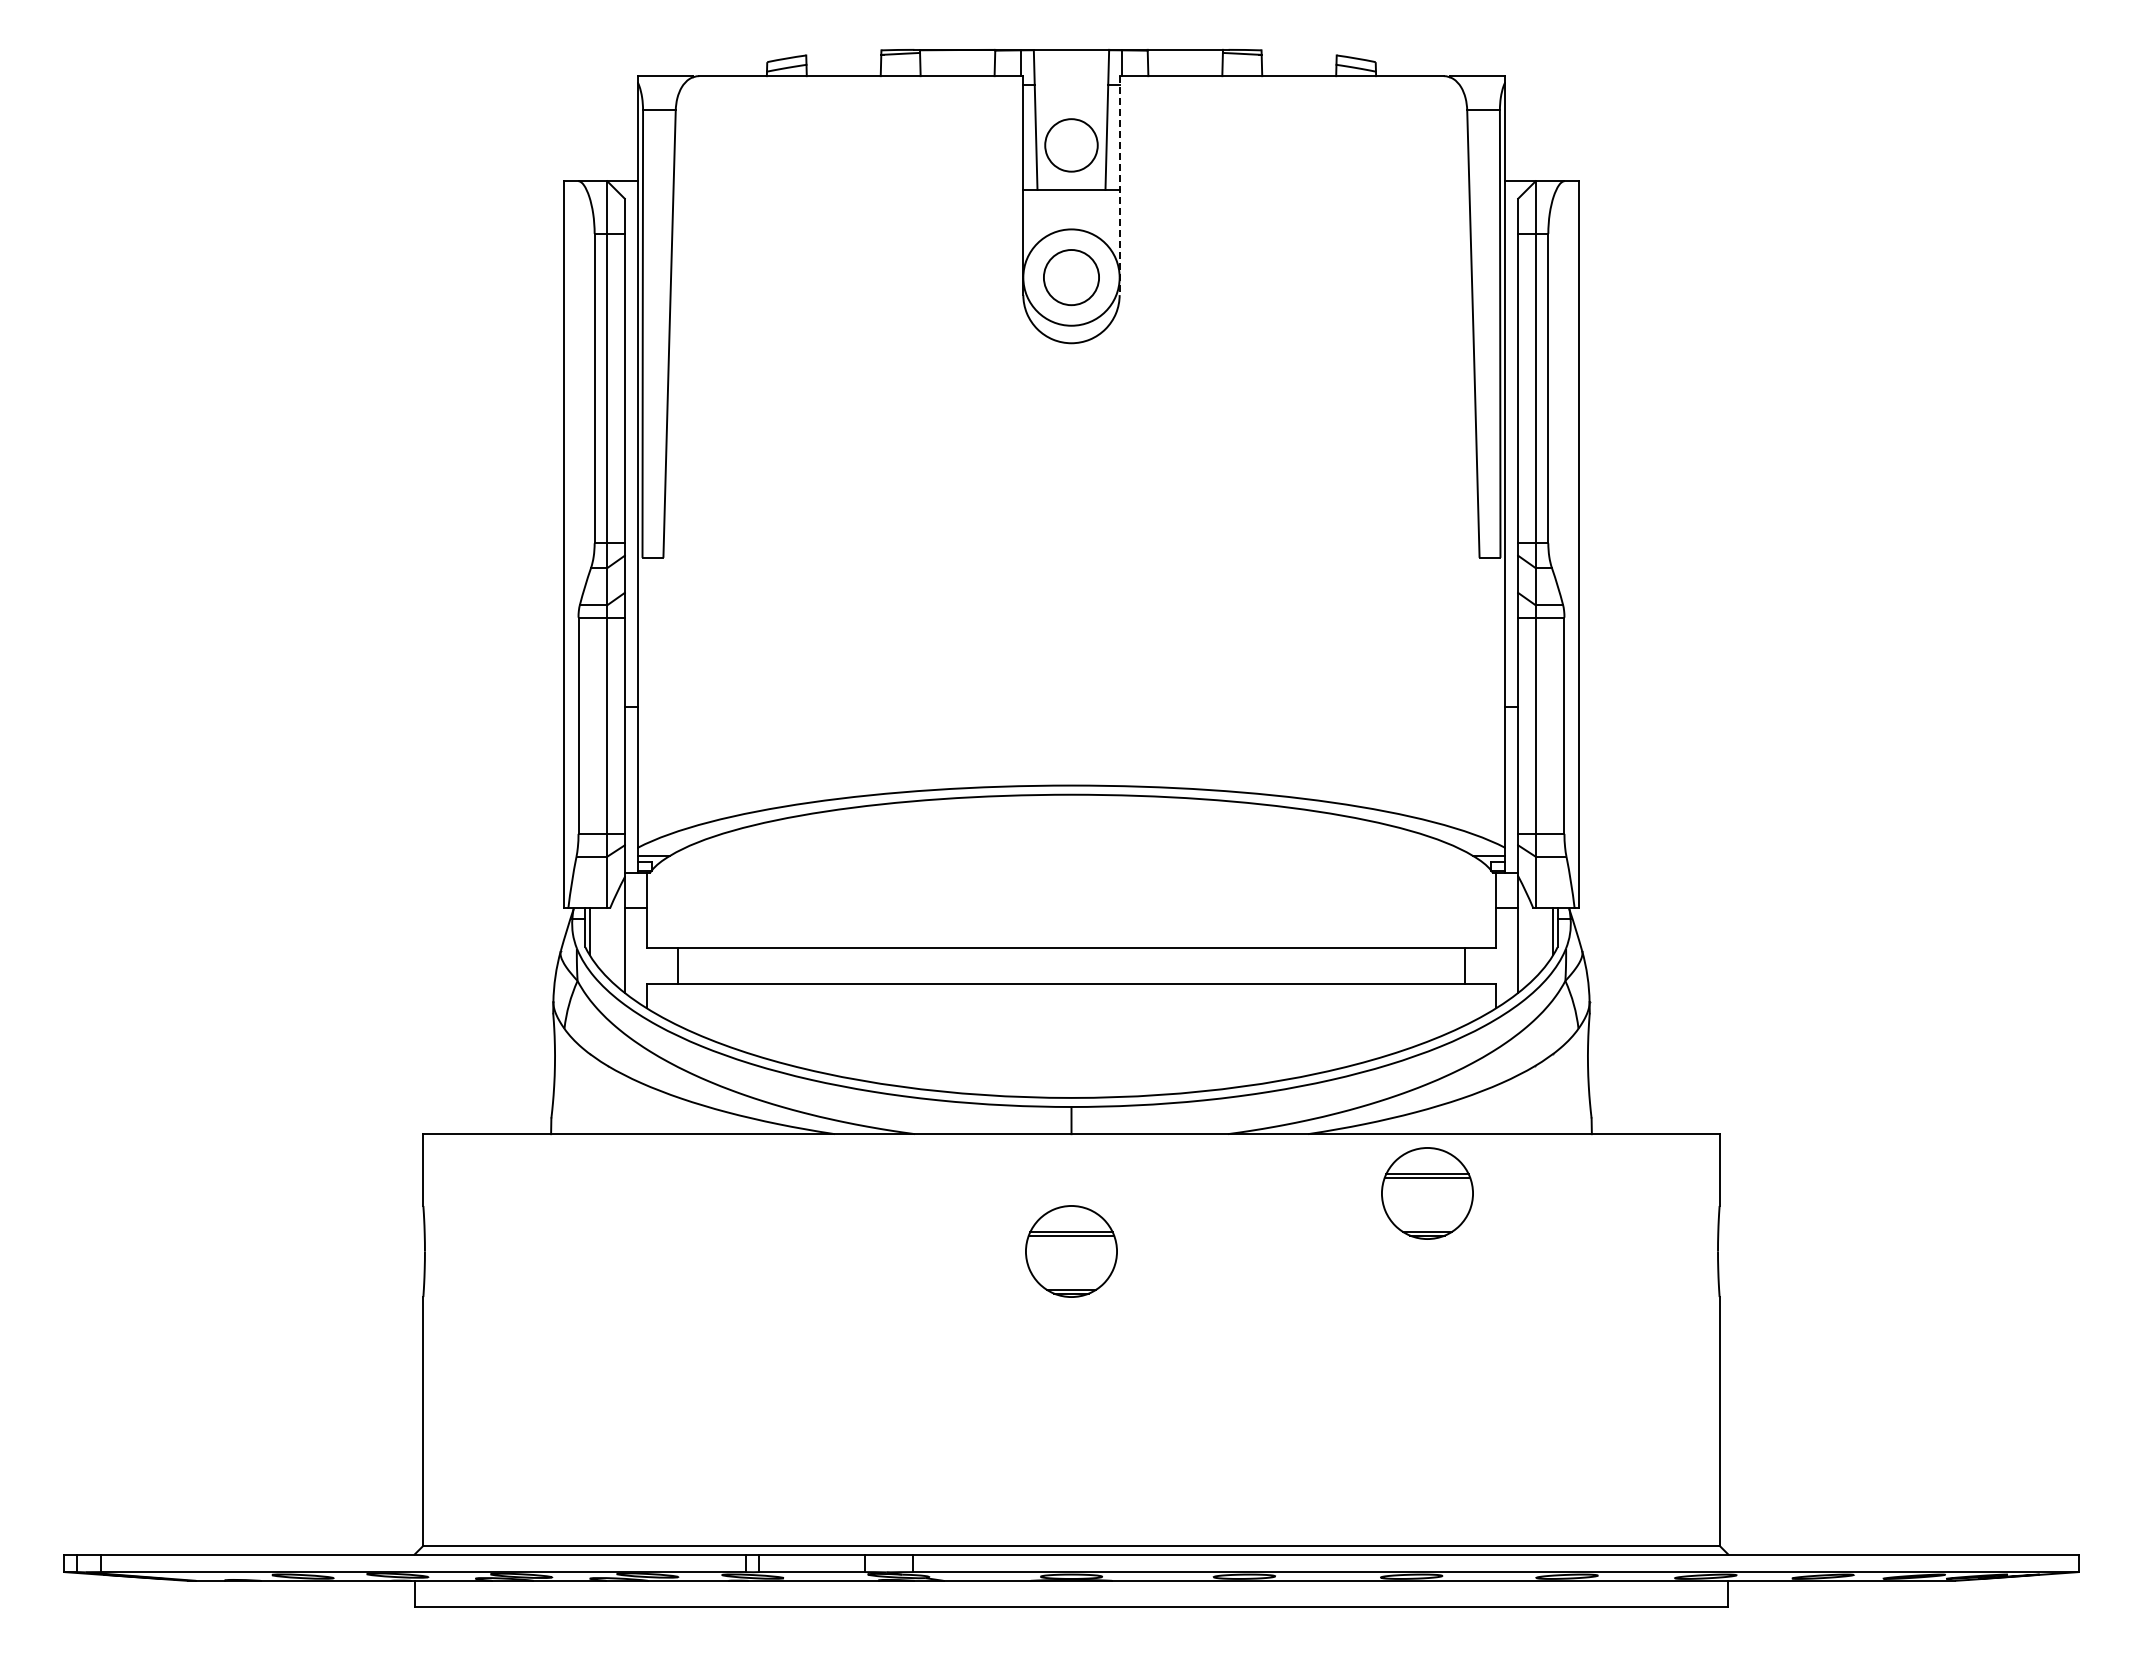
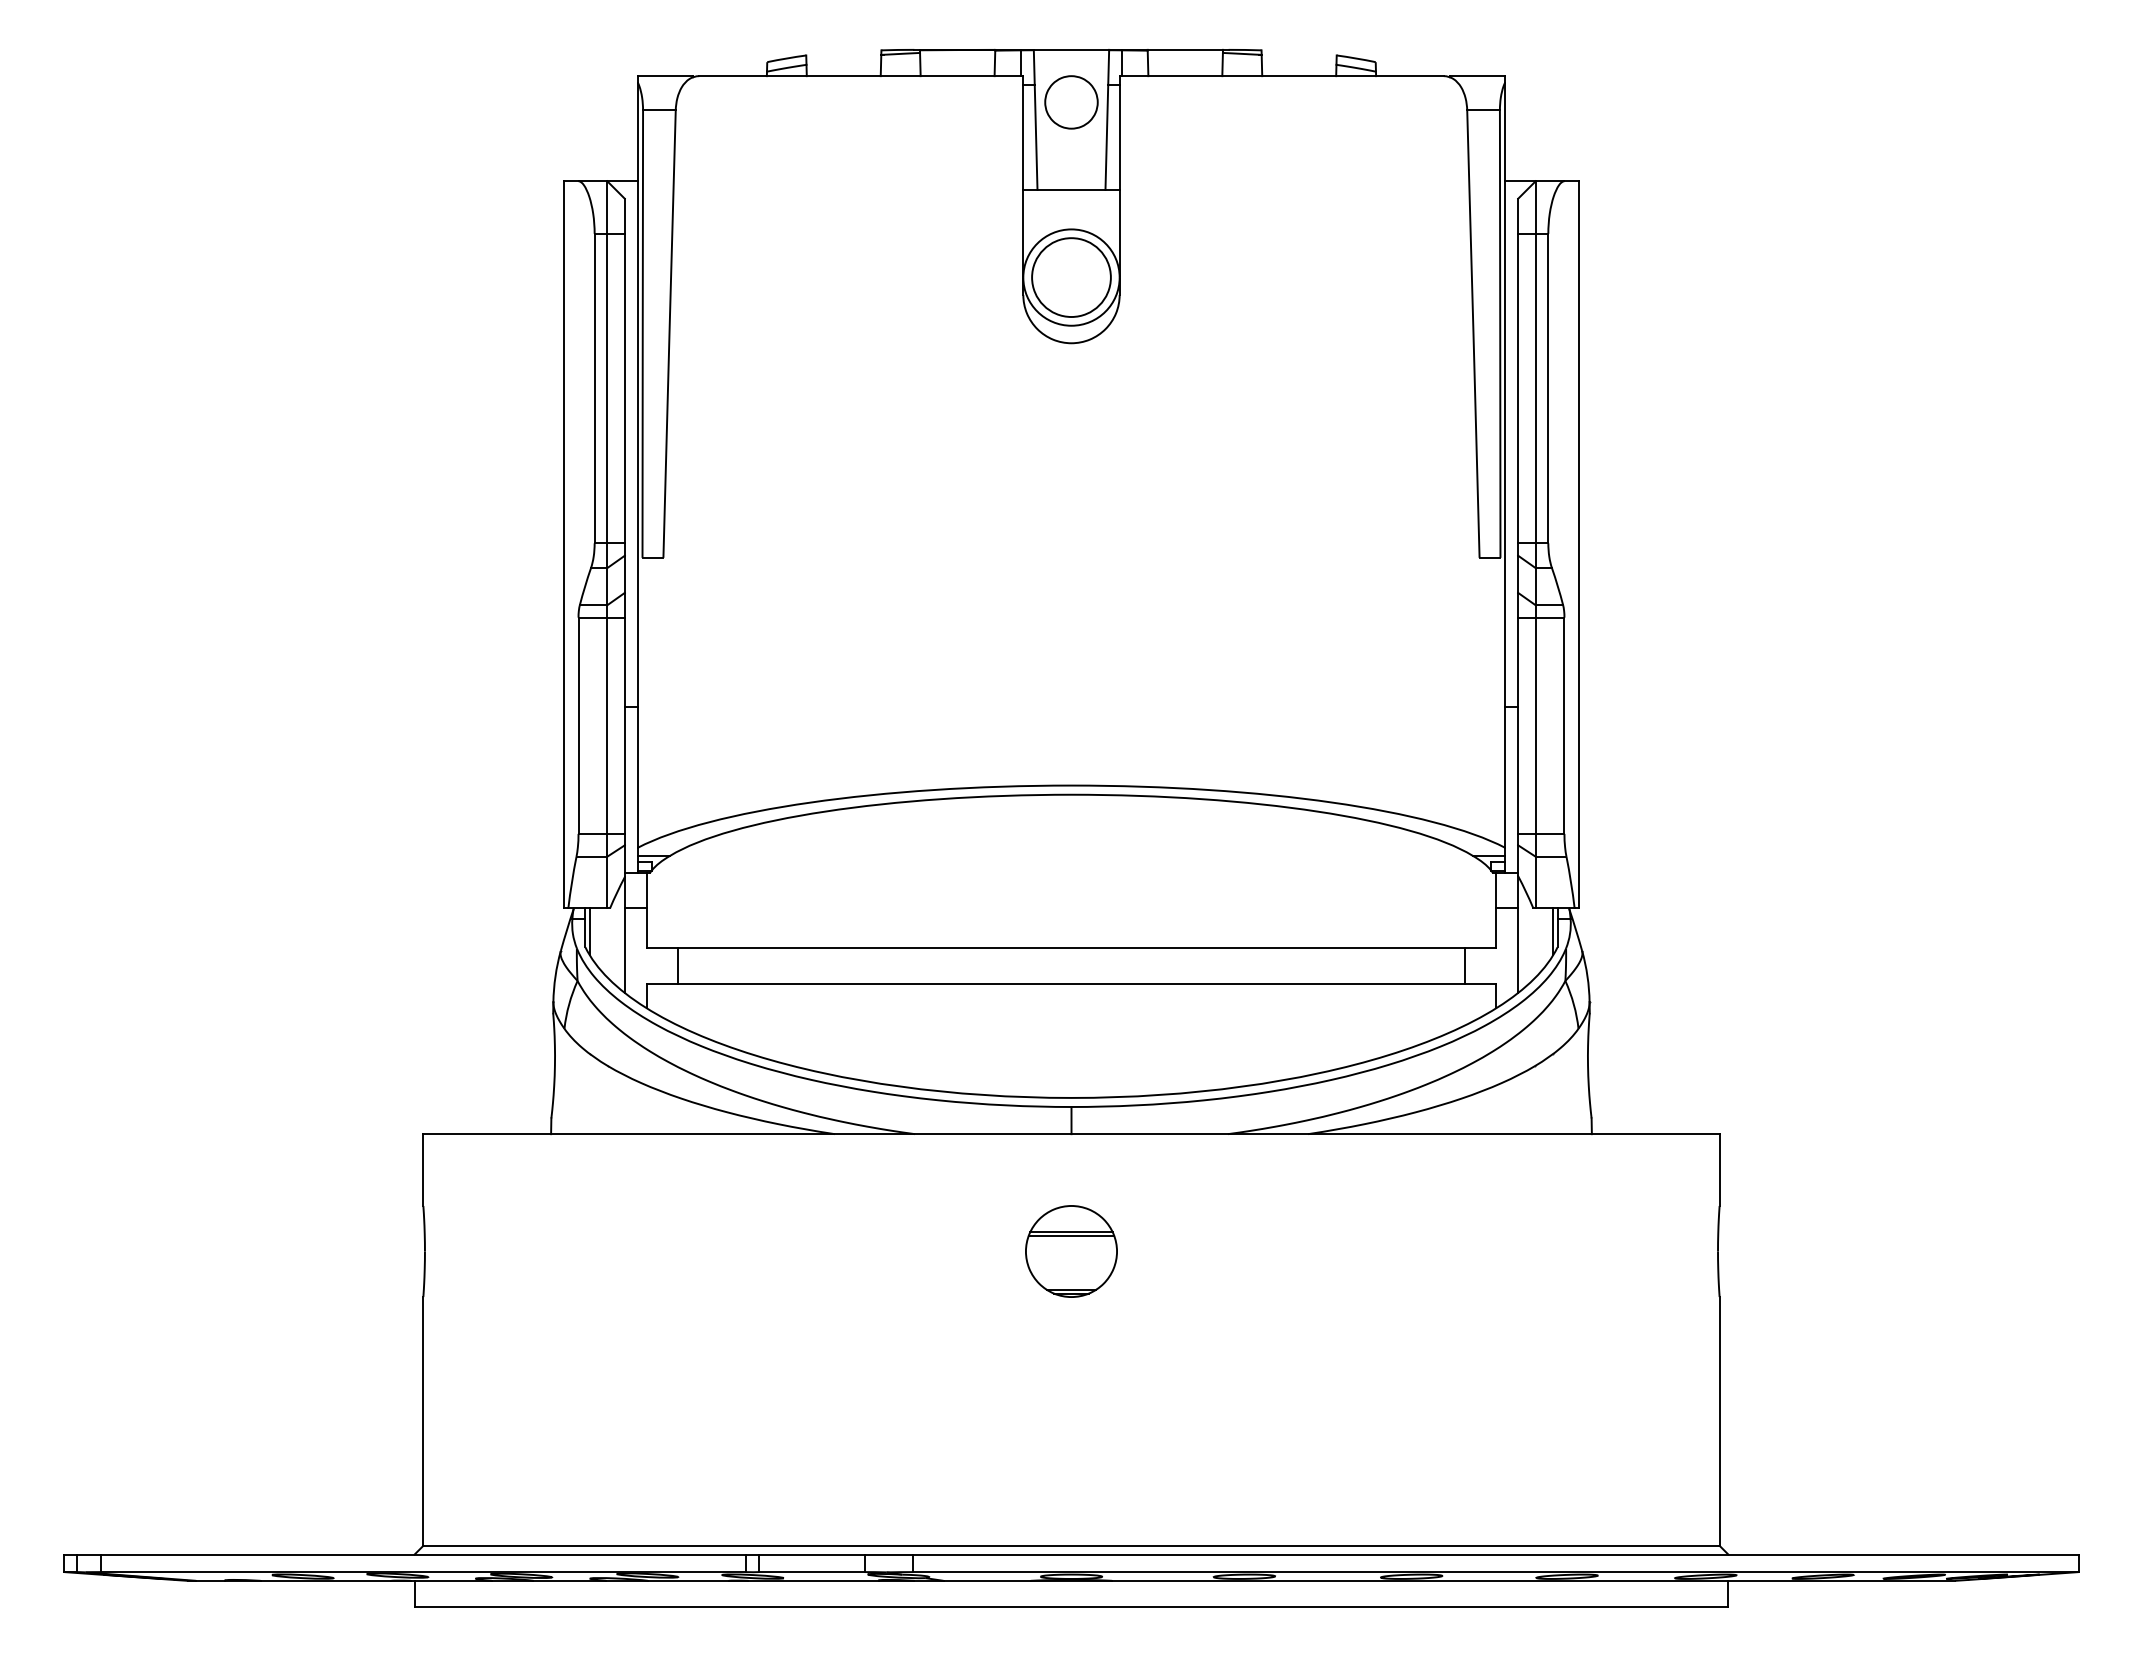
part at (1071, 145) position: (1071, 145) -> (1071, 102)
line at (1119, 186): dashed -> solid
circle at (1071, 277) diameter: 55 px -> 79 px
part at (1427, 1193): present -> none
